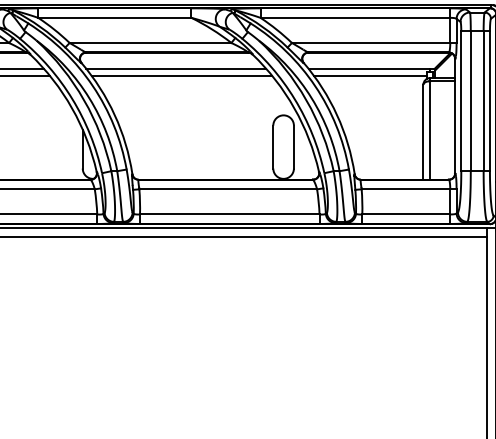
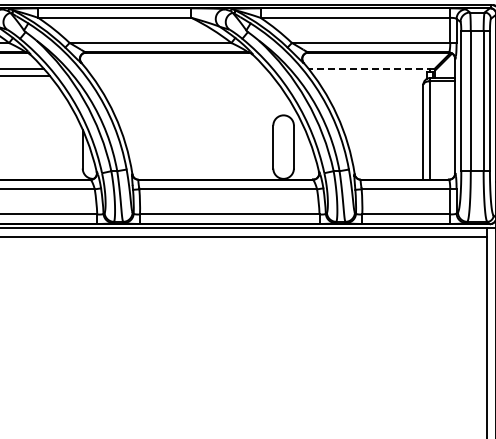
line at (176, 69): present -> none
line at (371, 69): solid -> dashed
line at (181, 75): present -> none
line at (370, 75): present -> none
